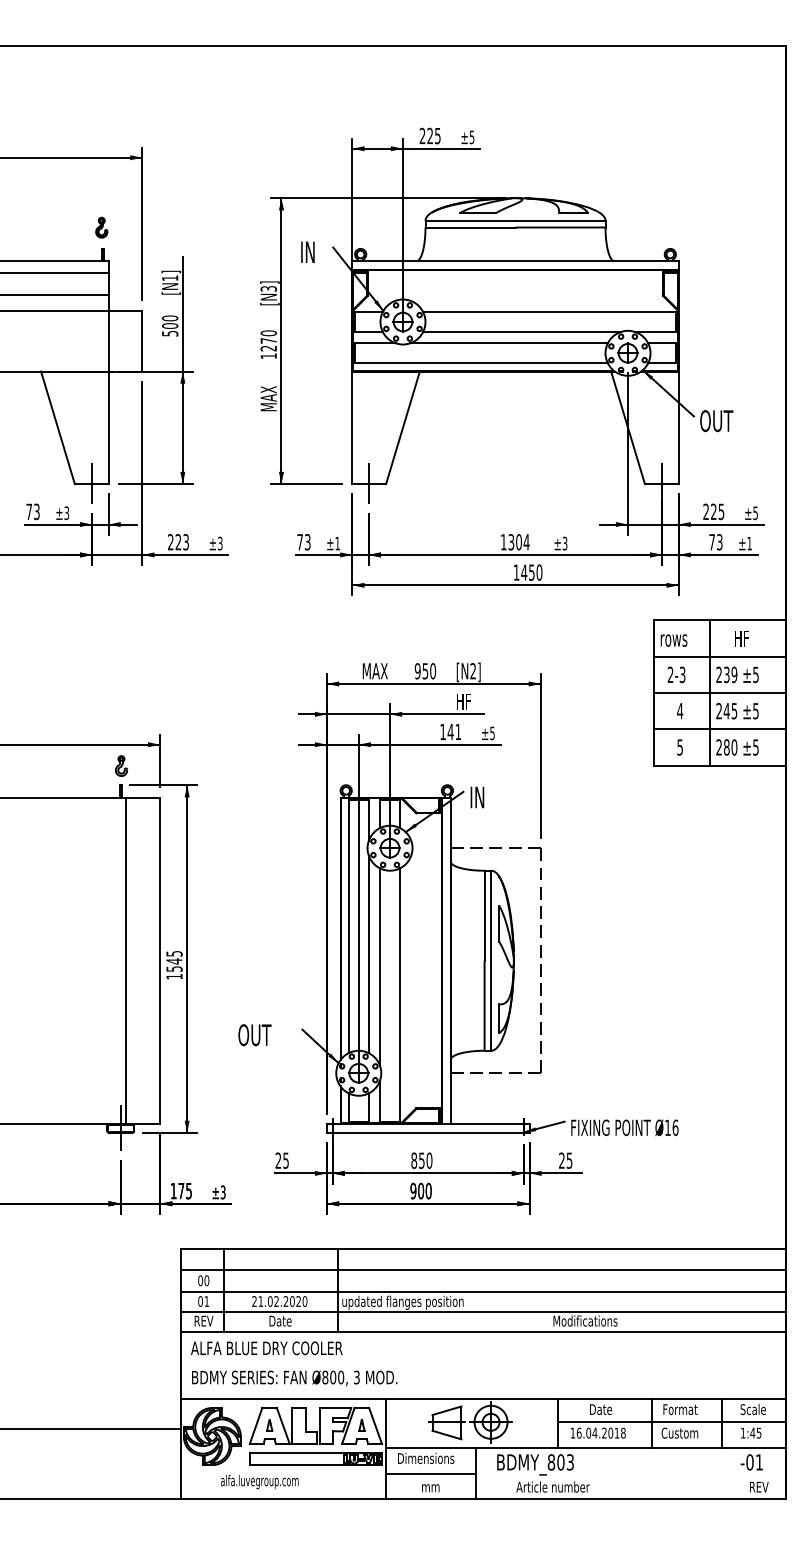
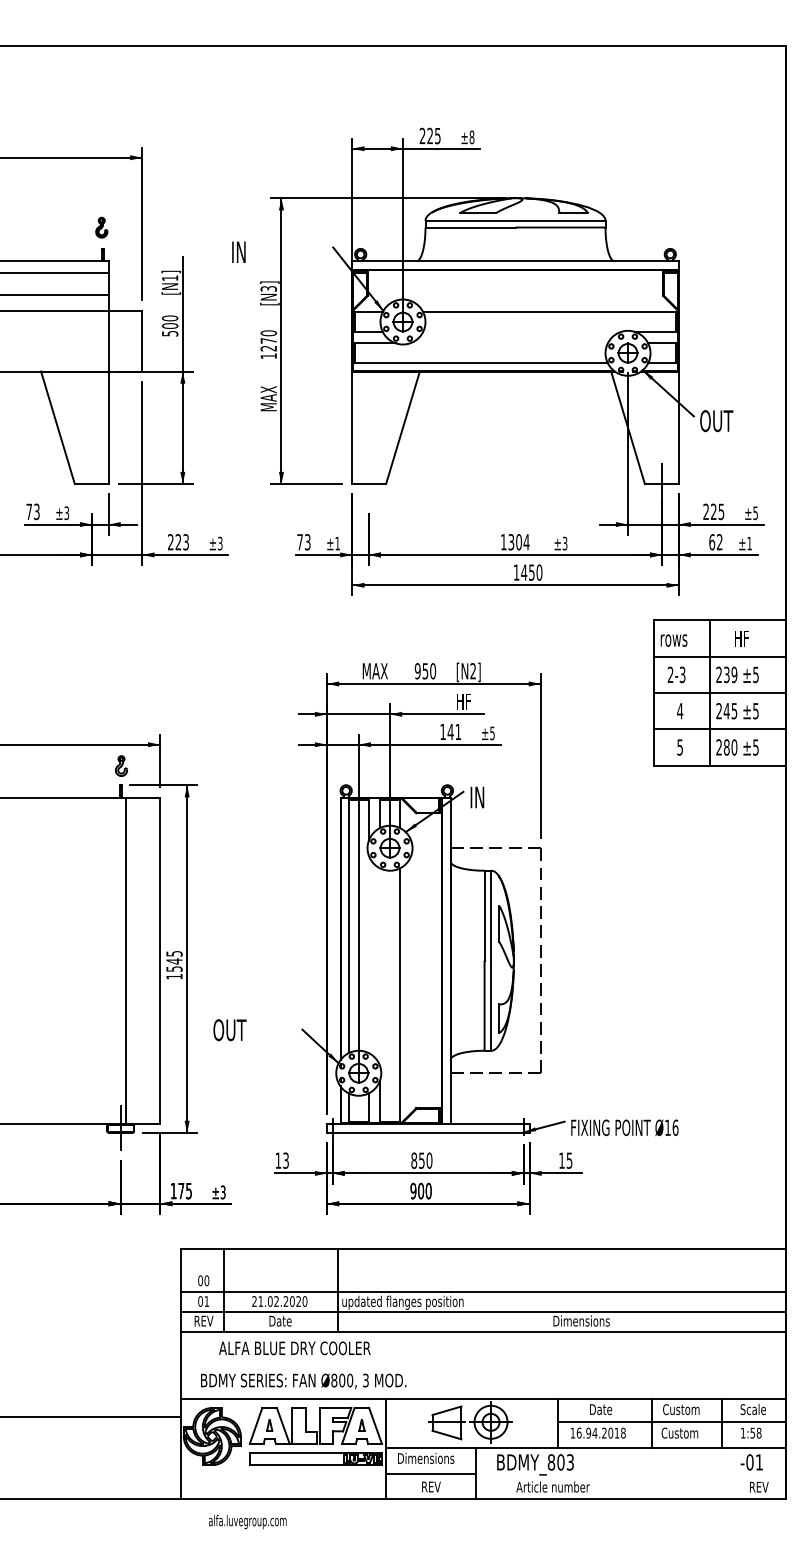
text at (471, 137): ±5 -> ±8
text at (307, 251) position: (307, 251) -> (238, 251)
line at (521, 332): present -> none
line at (508, 343): present -> none
line at (92, 483): present -> none
line at (368, 483): present -> none
text at (715, 542): 73 -> 62
line at (368, 954): present -> none
line at (380, 966): present -> none
text at (254, 1035) position: (254, 1035) -> (229, 1030)
text at (281, 1160): 25 -> 13
text at (561, 1160): 25 -> 15
line at (483, 1270): present -> none
text at (585, 1320): Modifications -> Dimensions
text at (266, 1348) position: (266, 1348) -> (294, 1348)
text at (294, 1378) position: (294, 1378) -> (303, 1381)
text at (681, 1409): Format -> Custom
line at (91, 1429) position: (91, 1429) -> (91, 1417)
text at (755, 1432): 1:45 -> 1:58
text at (588, 1433): 16.04.2018 -> 16.94.2018
text at (259, 1481) position: (259, 1481) -> (247, 1521)
text at (431, 1486): mm -> REV
